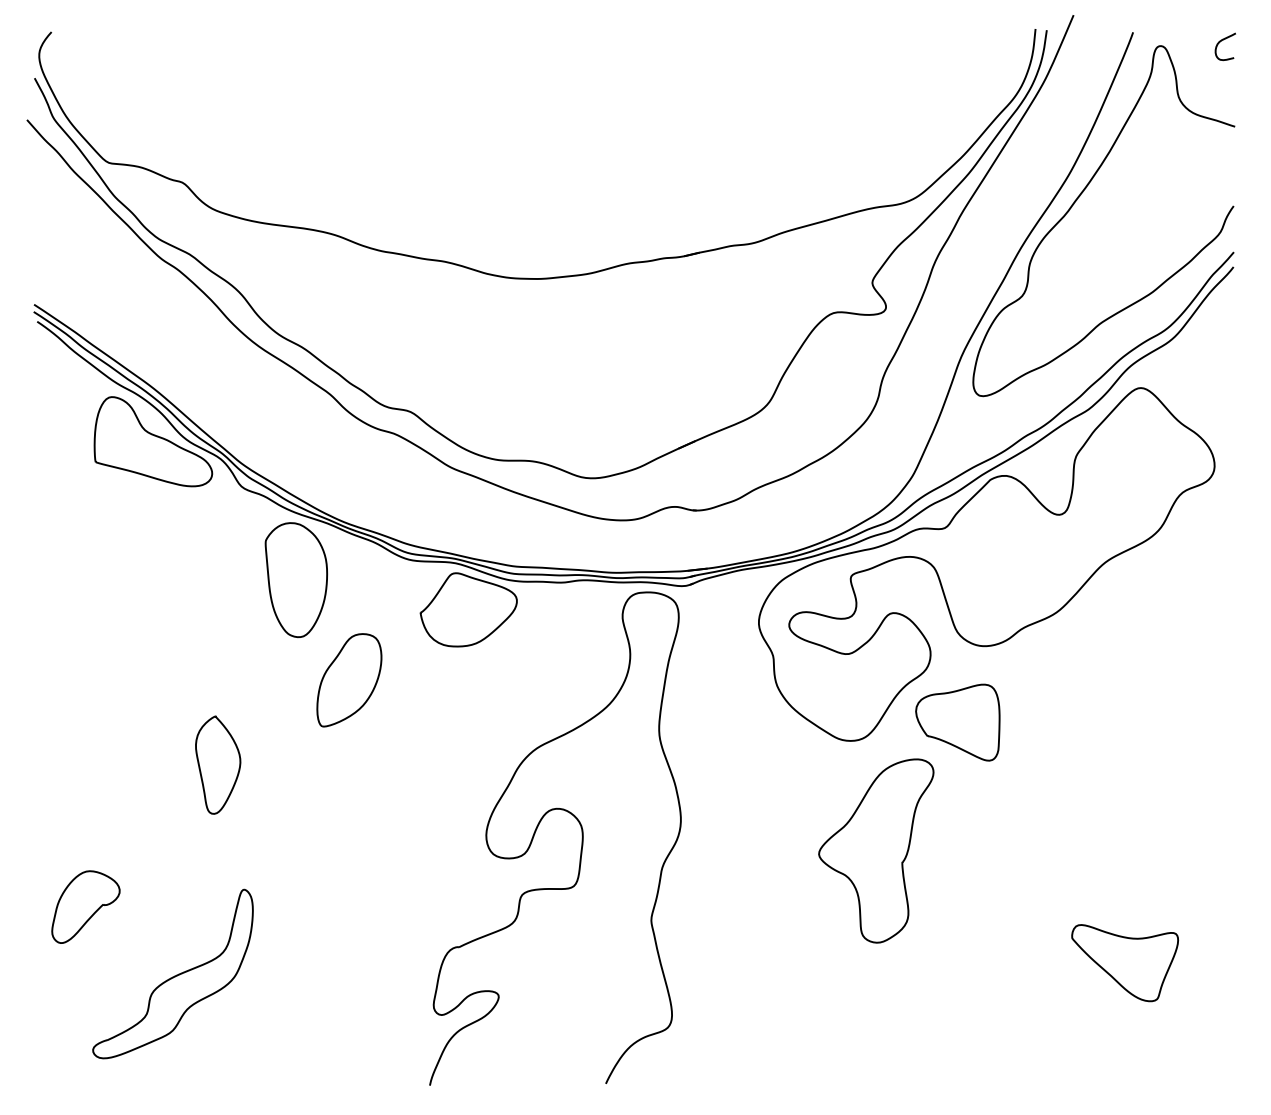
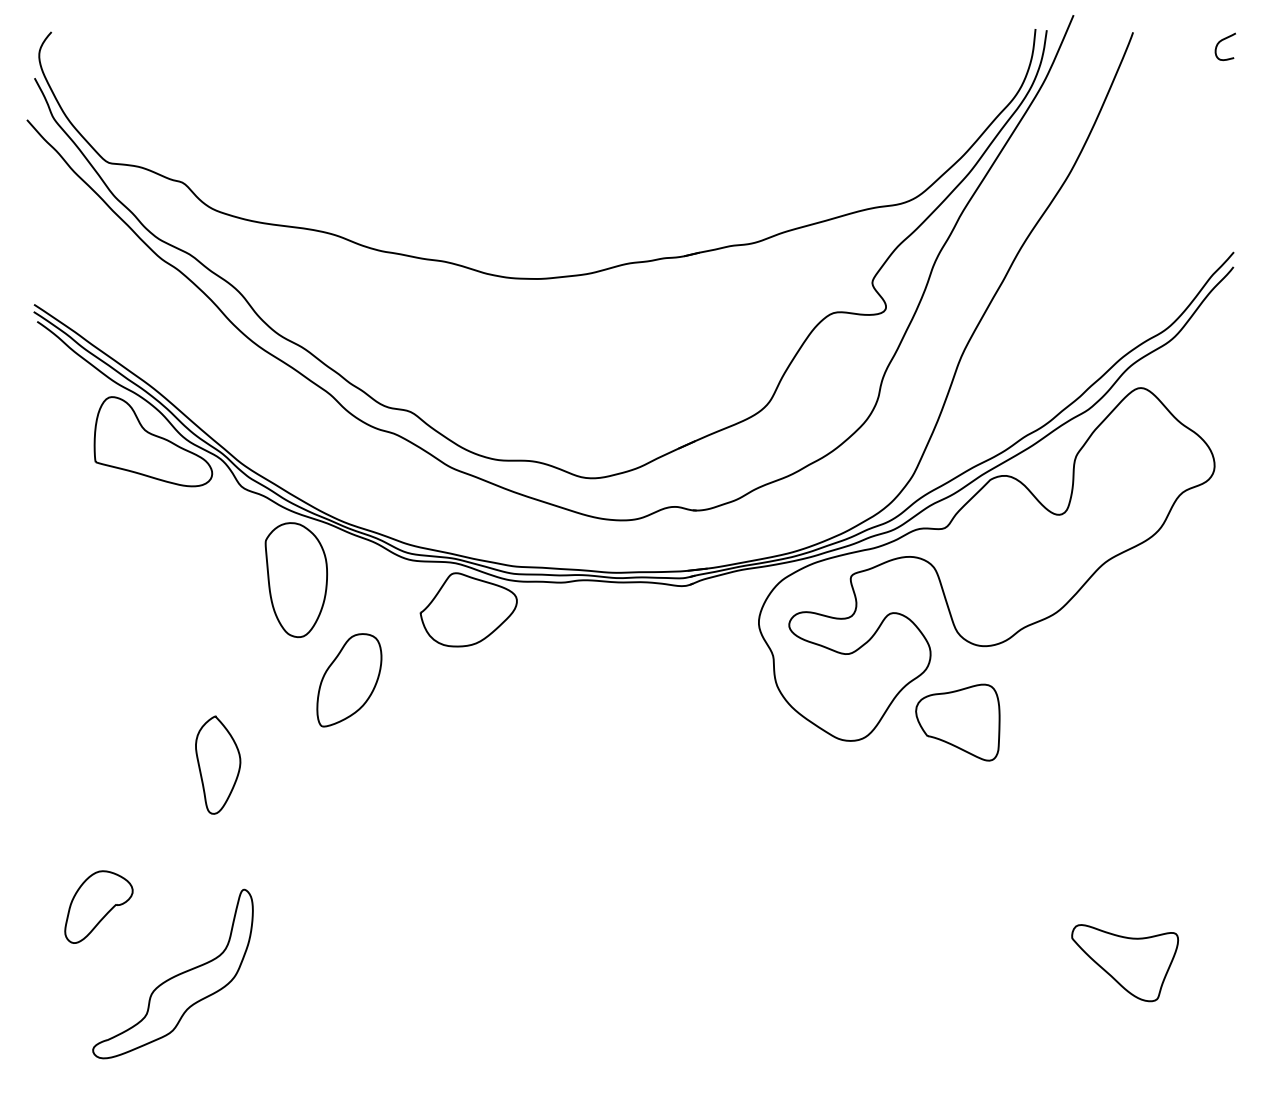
curve at (1077, 200): present -> none
part at (537, 829): present -> none
part at (876, 850): present -> none
part at (85, 906) position: (85, 906) -> (98, 906)
